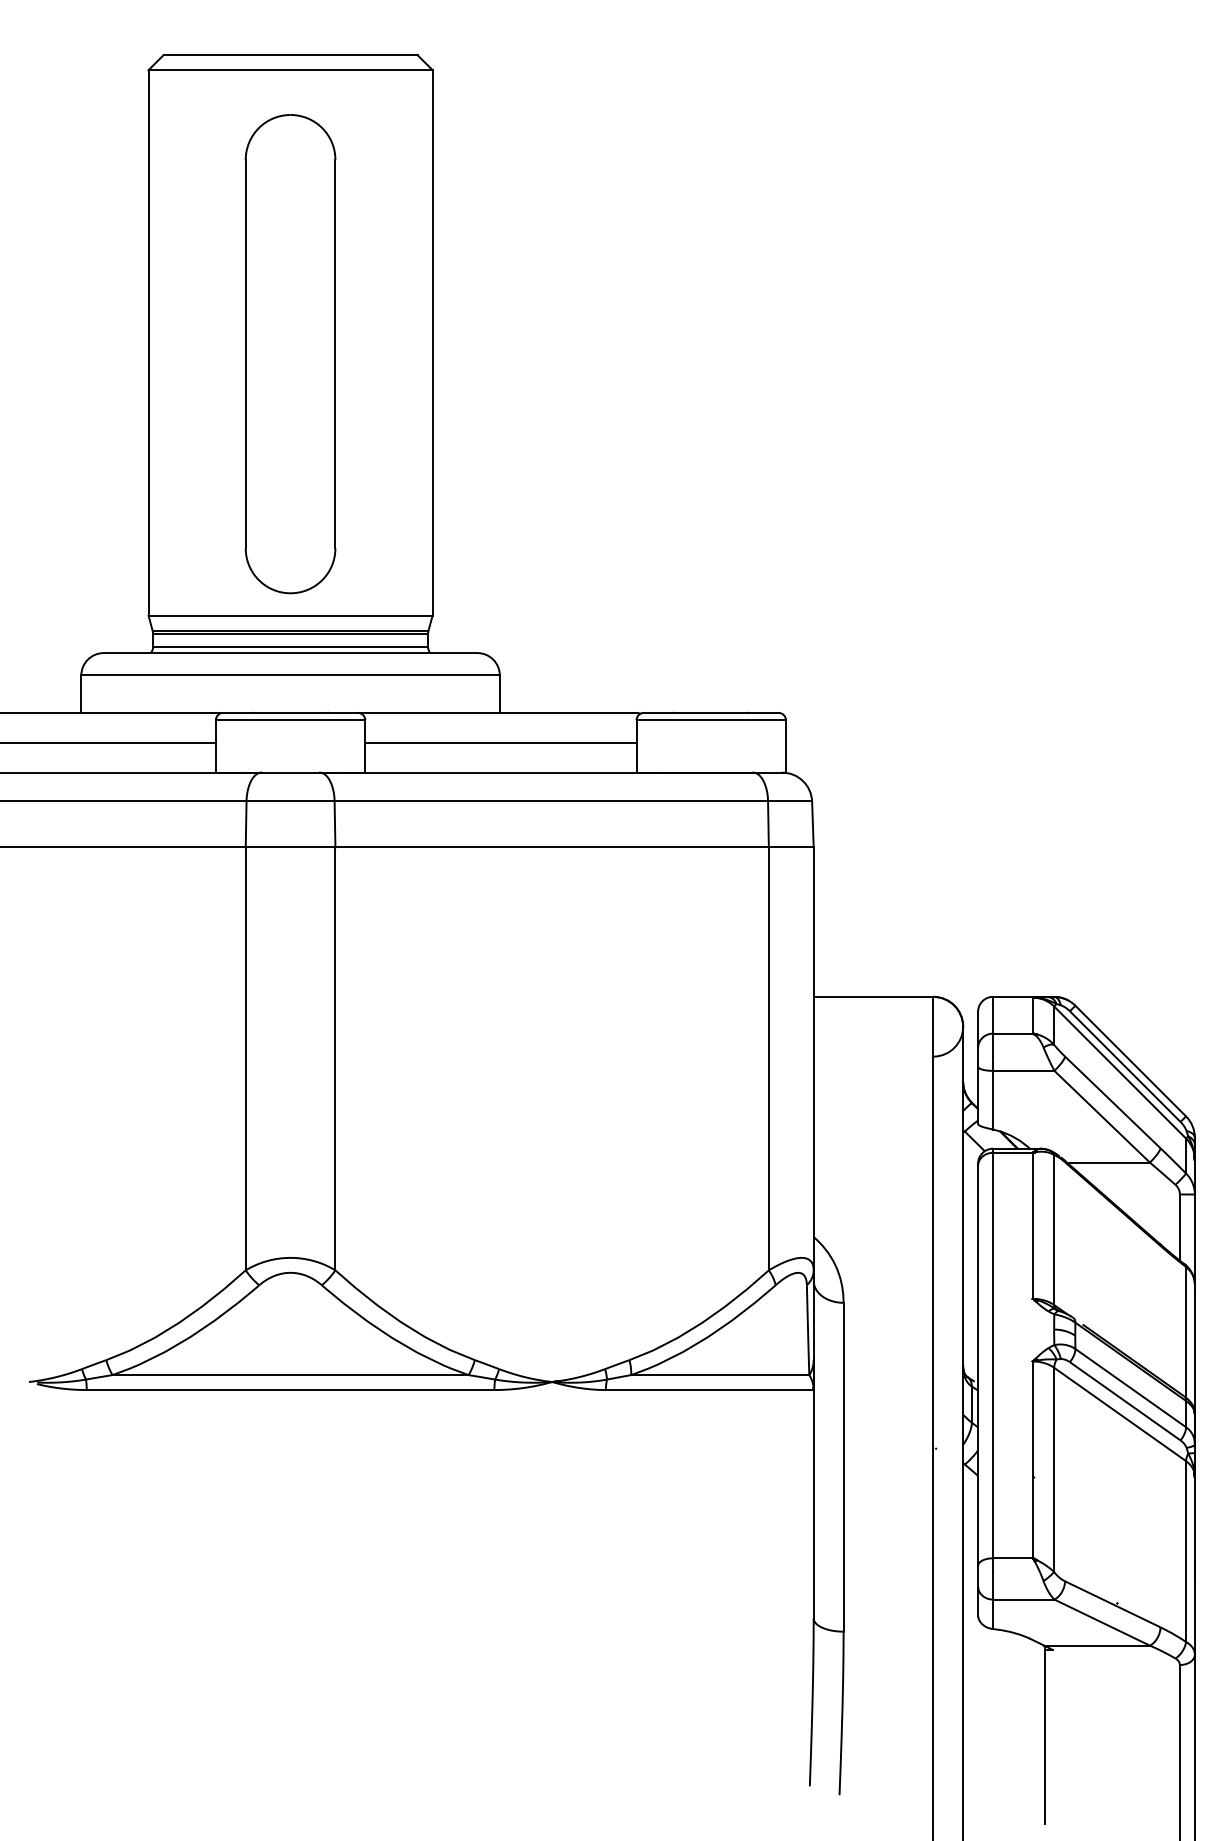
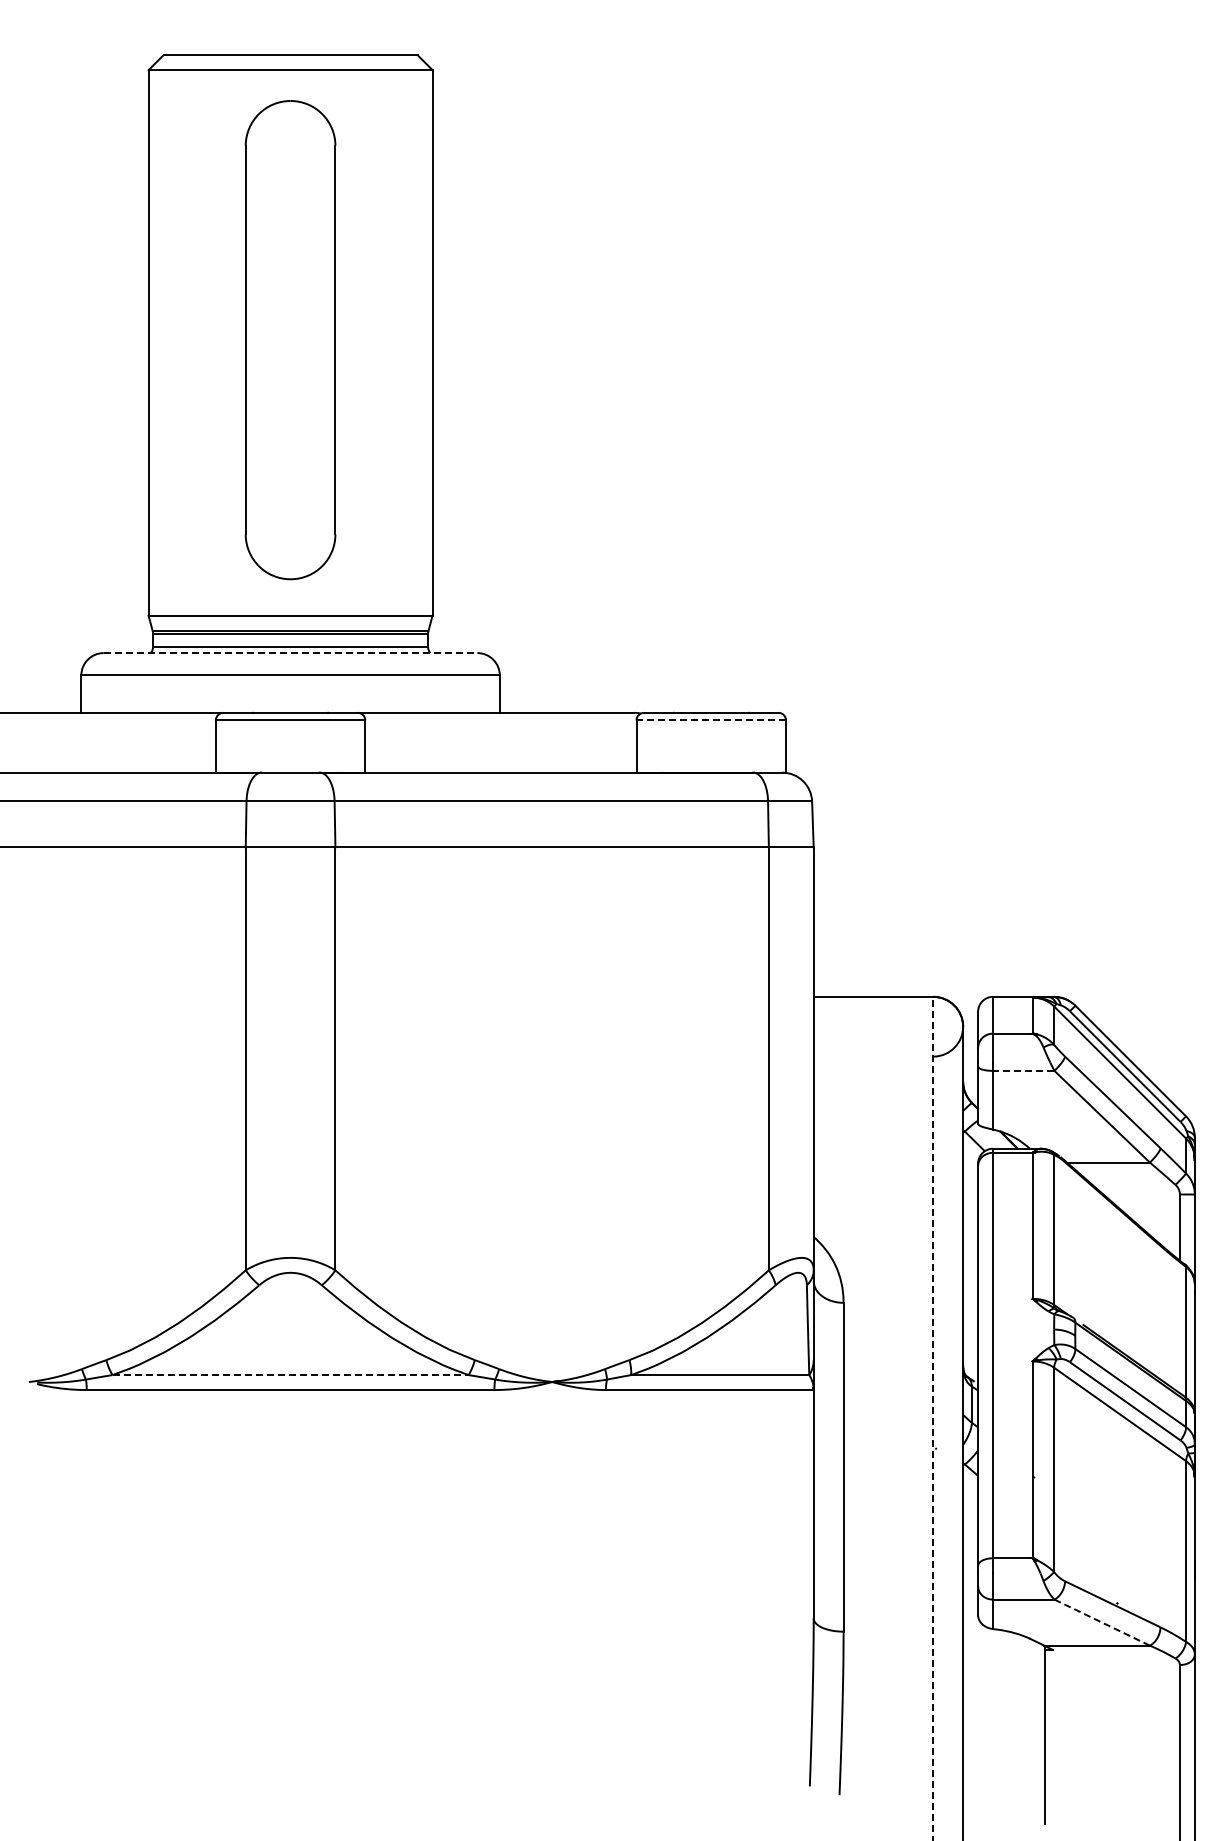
part at (290, 354) position: (290, 354) -> (290, 340)
line at (290, 653): solid -> dashed
line at (711, 720): solid -> dashed
line at (108, 742): present -> none
line at (500, 742): present -> none
line at (1023, 1070): solid -> dashed
line at (291, 1375): solid -> dashed
line at (933, 1418): solid -> dashed
line at (1102, 1622): solid -> dashed
